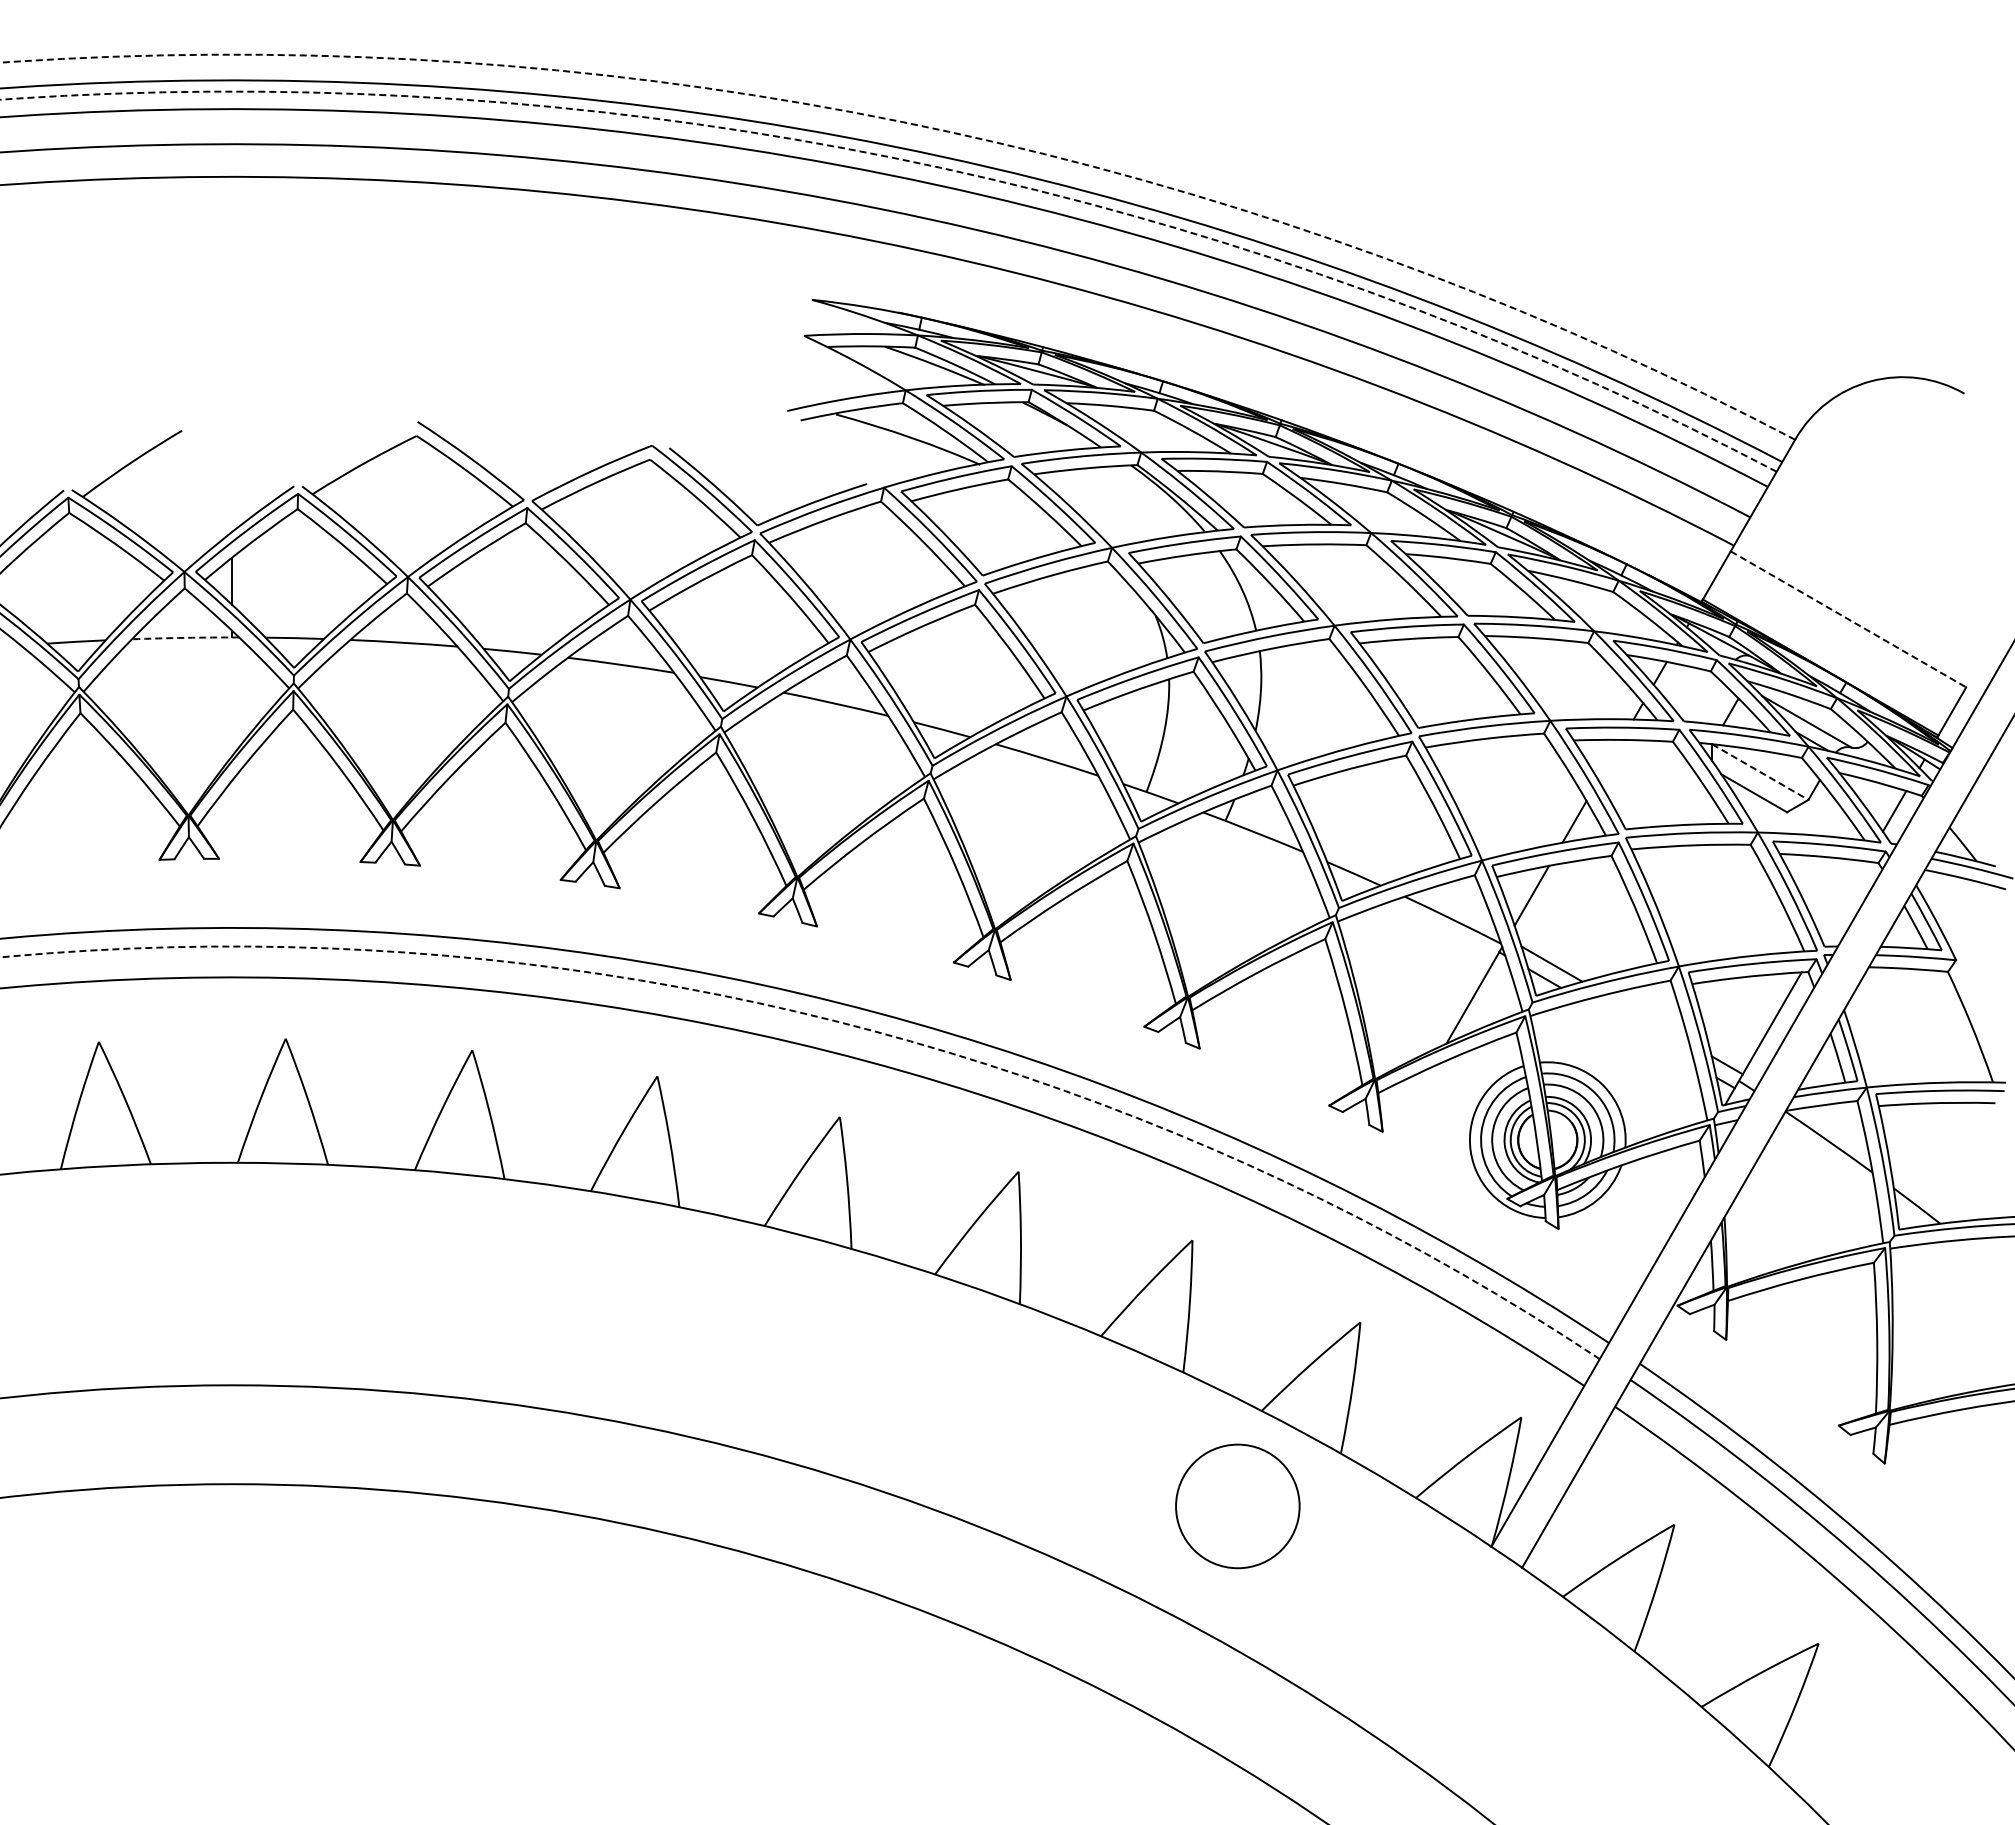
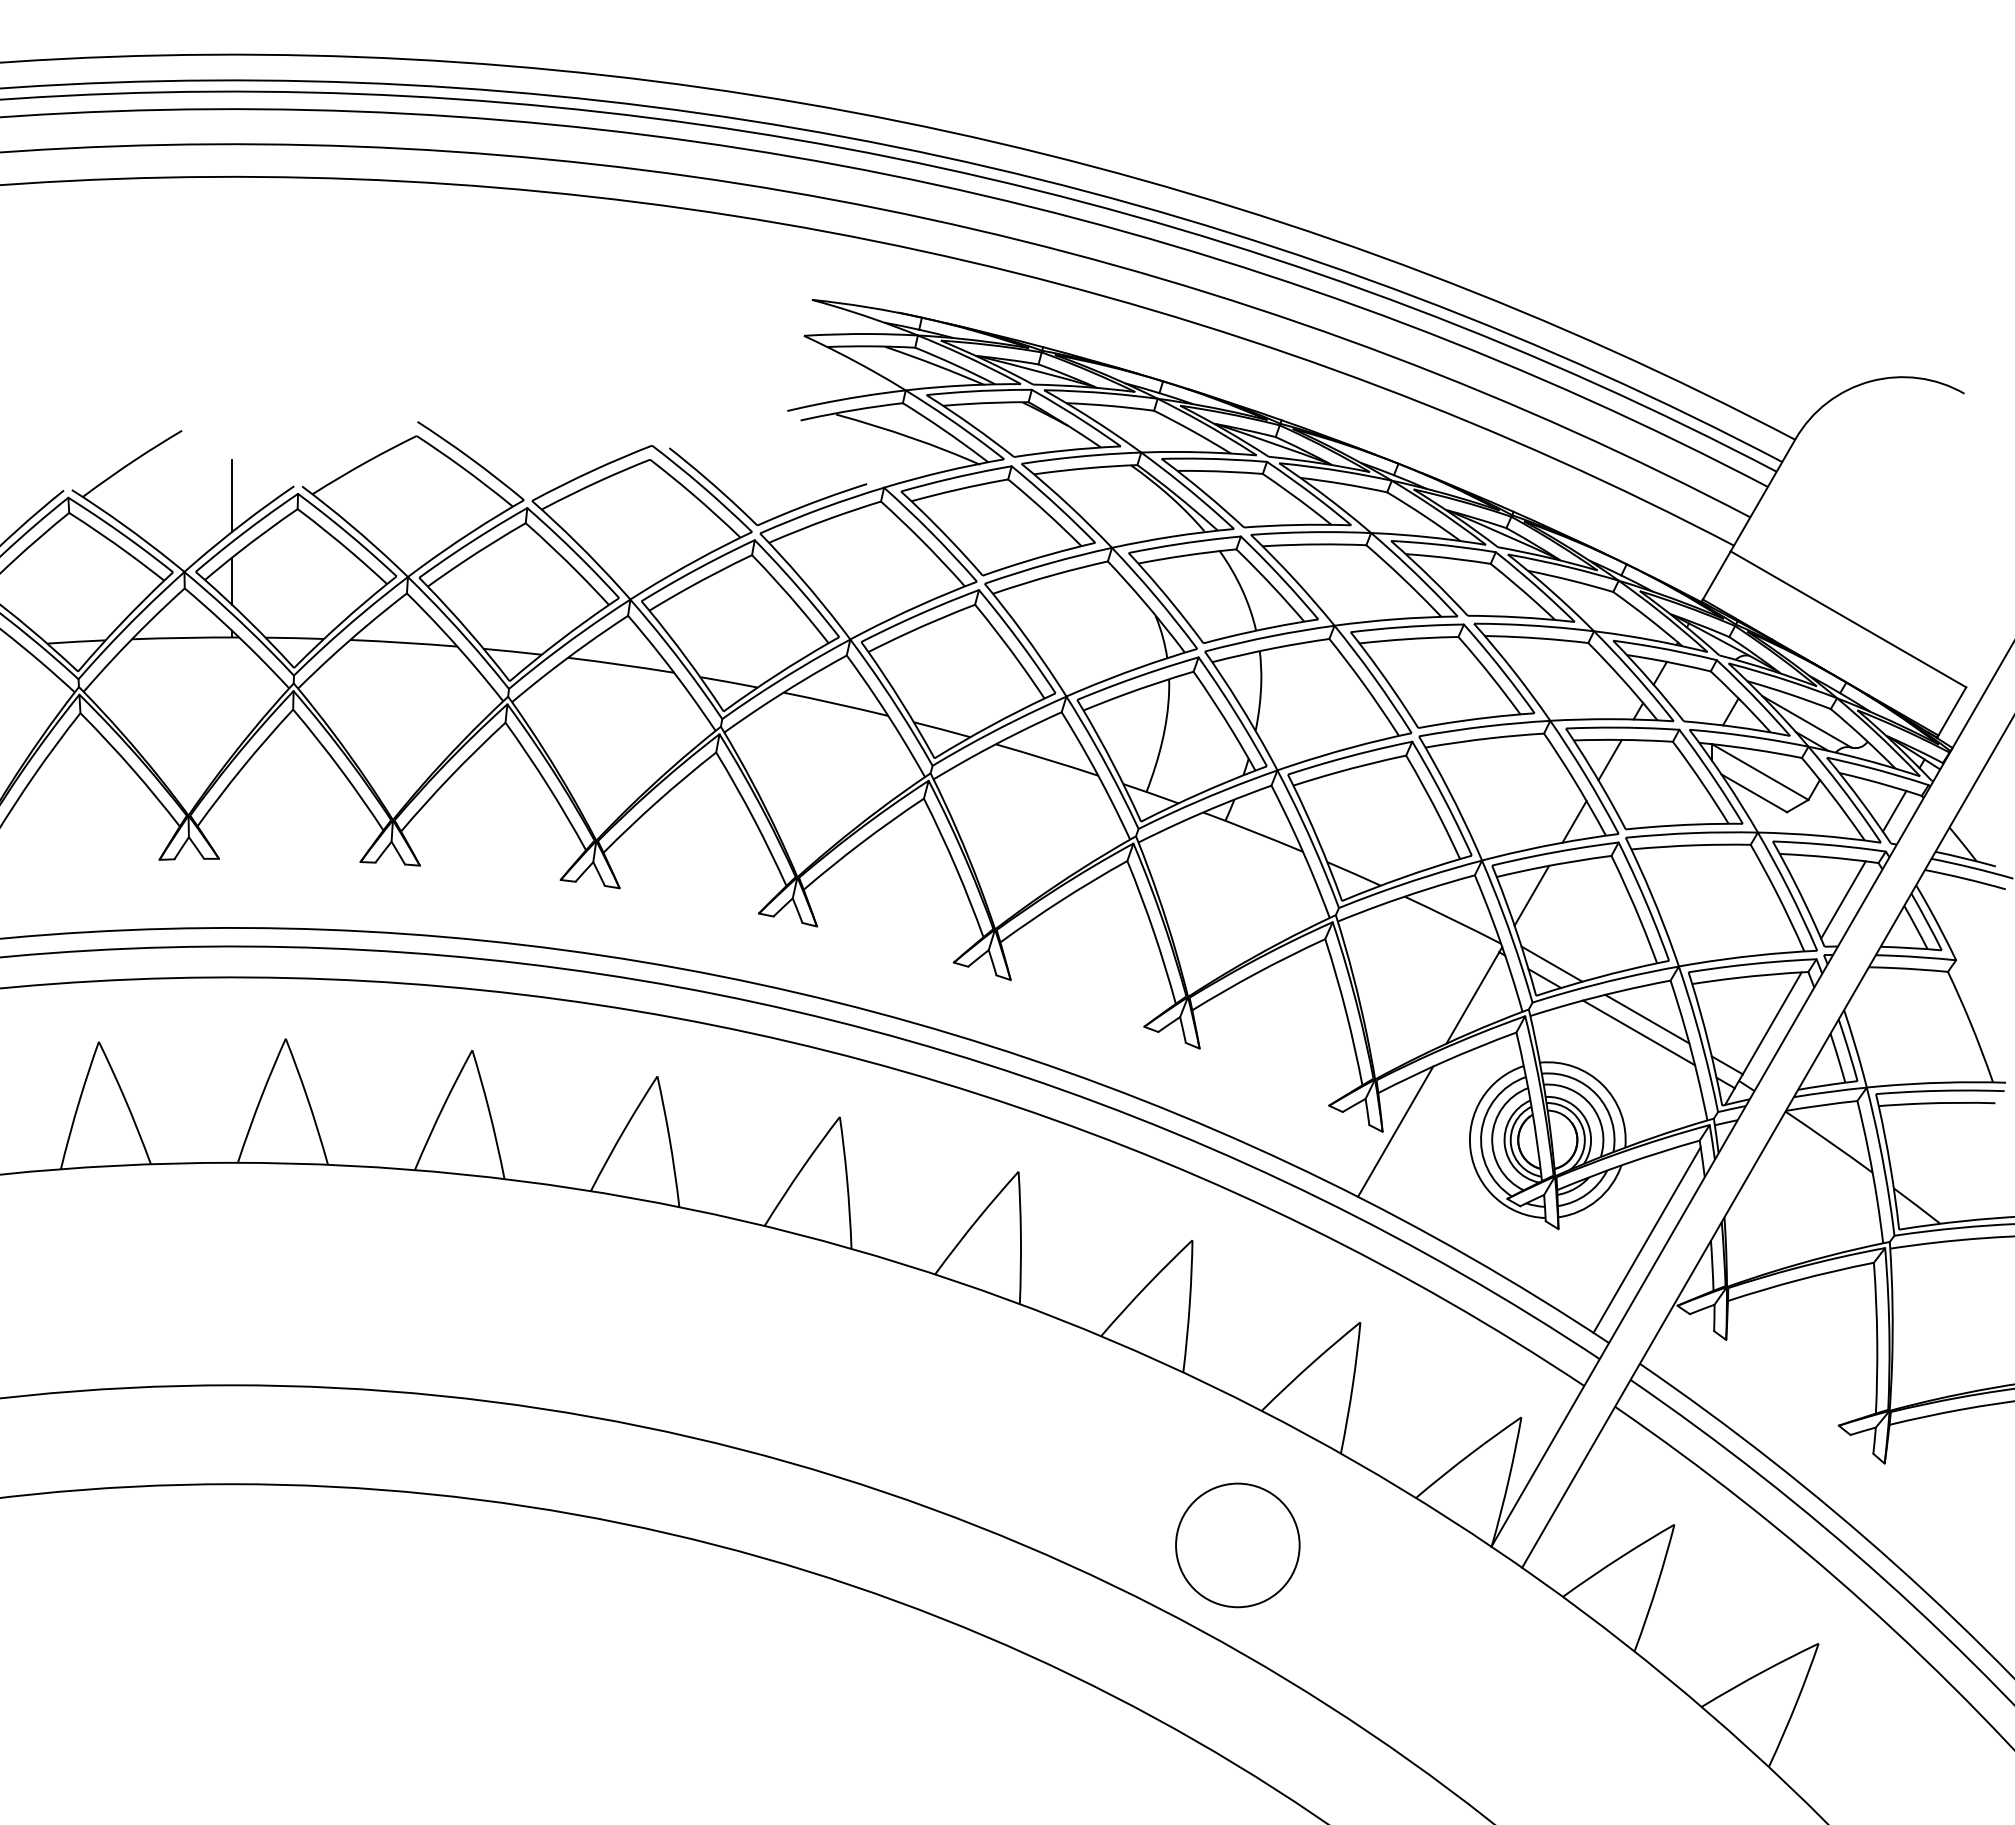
arc at (923, 126): dashed -> solid
arc at (917, 162): dashed -> solid
line at (232, 495): none -> present
line at (1848, 619): dashed -> solid
arc at (185, 637): dashed -> solid
line at (1609, 759): none -> present
line at (1760, 772): dashed -> solid
line at (1843, 899): none -> present
line at (1647, 1018): none -> present
arc at (833, 1020): dashed -> solid
line at (1639, 1032): none -> present
line at (1395, 1131): none -> present
line at (1646, 1239): none -> present
circle at (1237, 1506) position: (1237, 1506) -> (1237, 1545)
